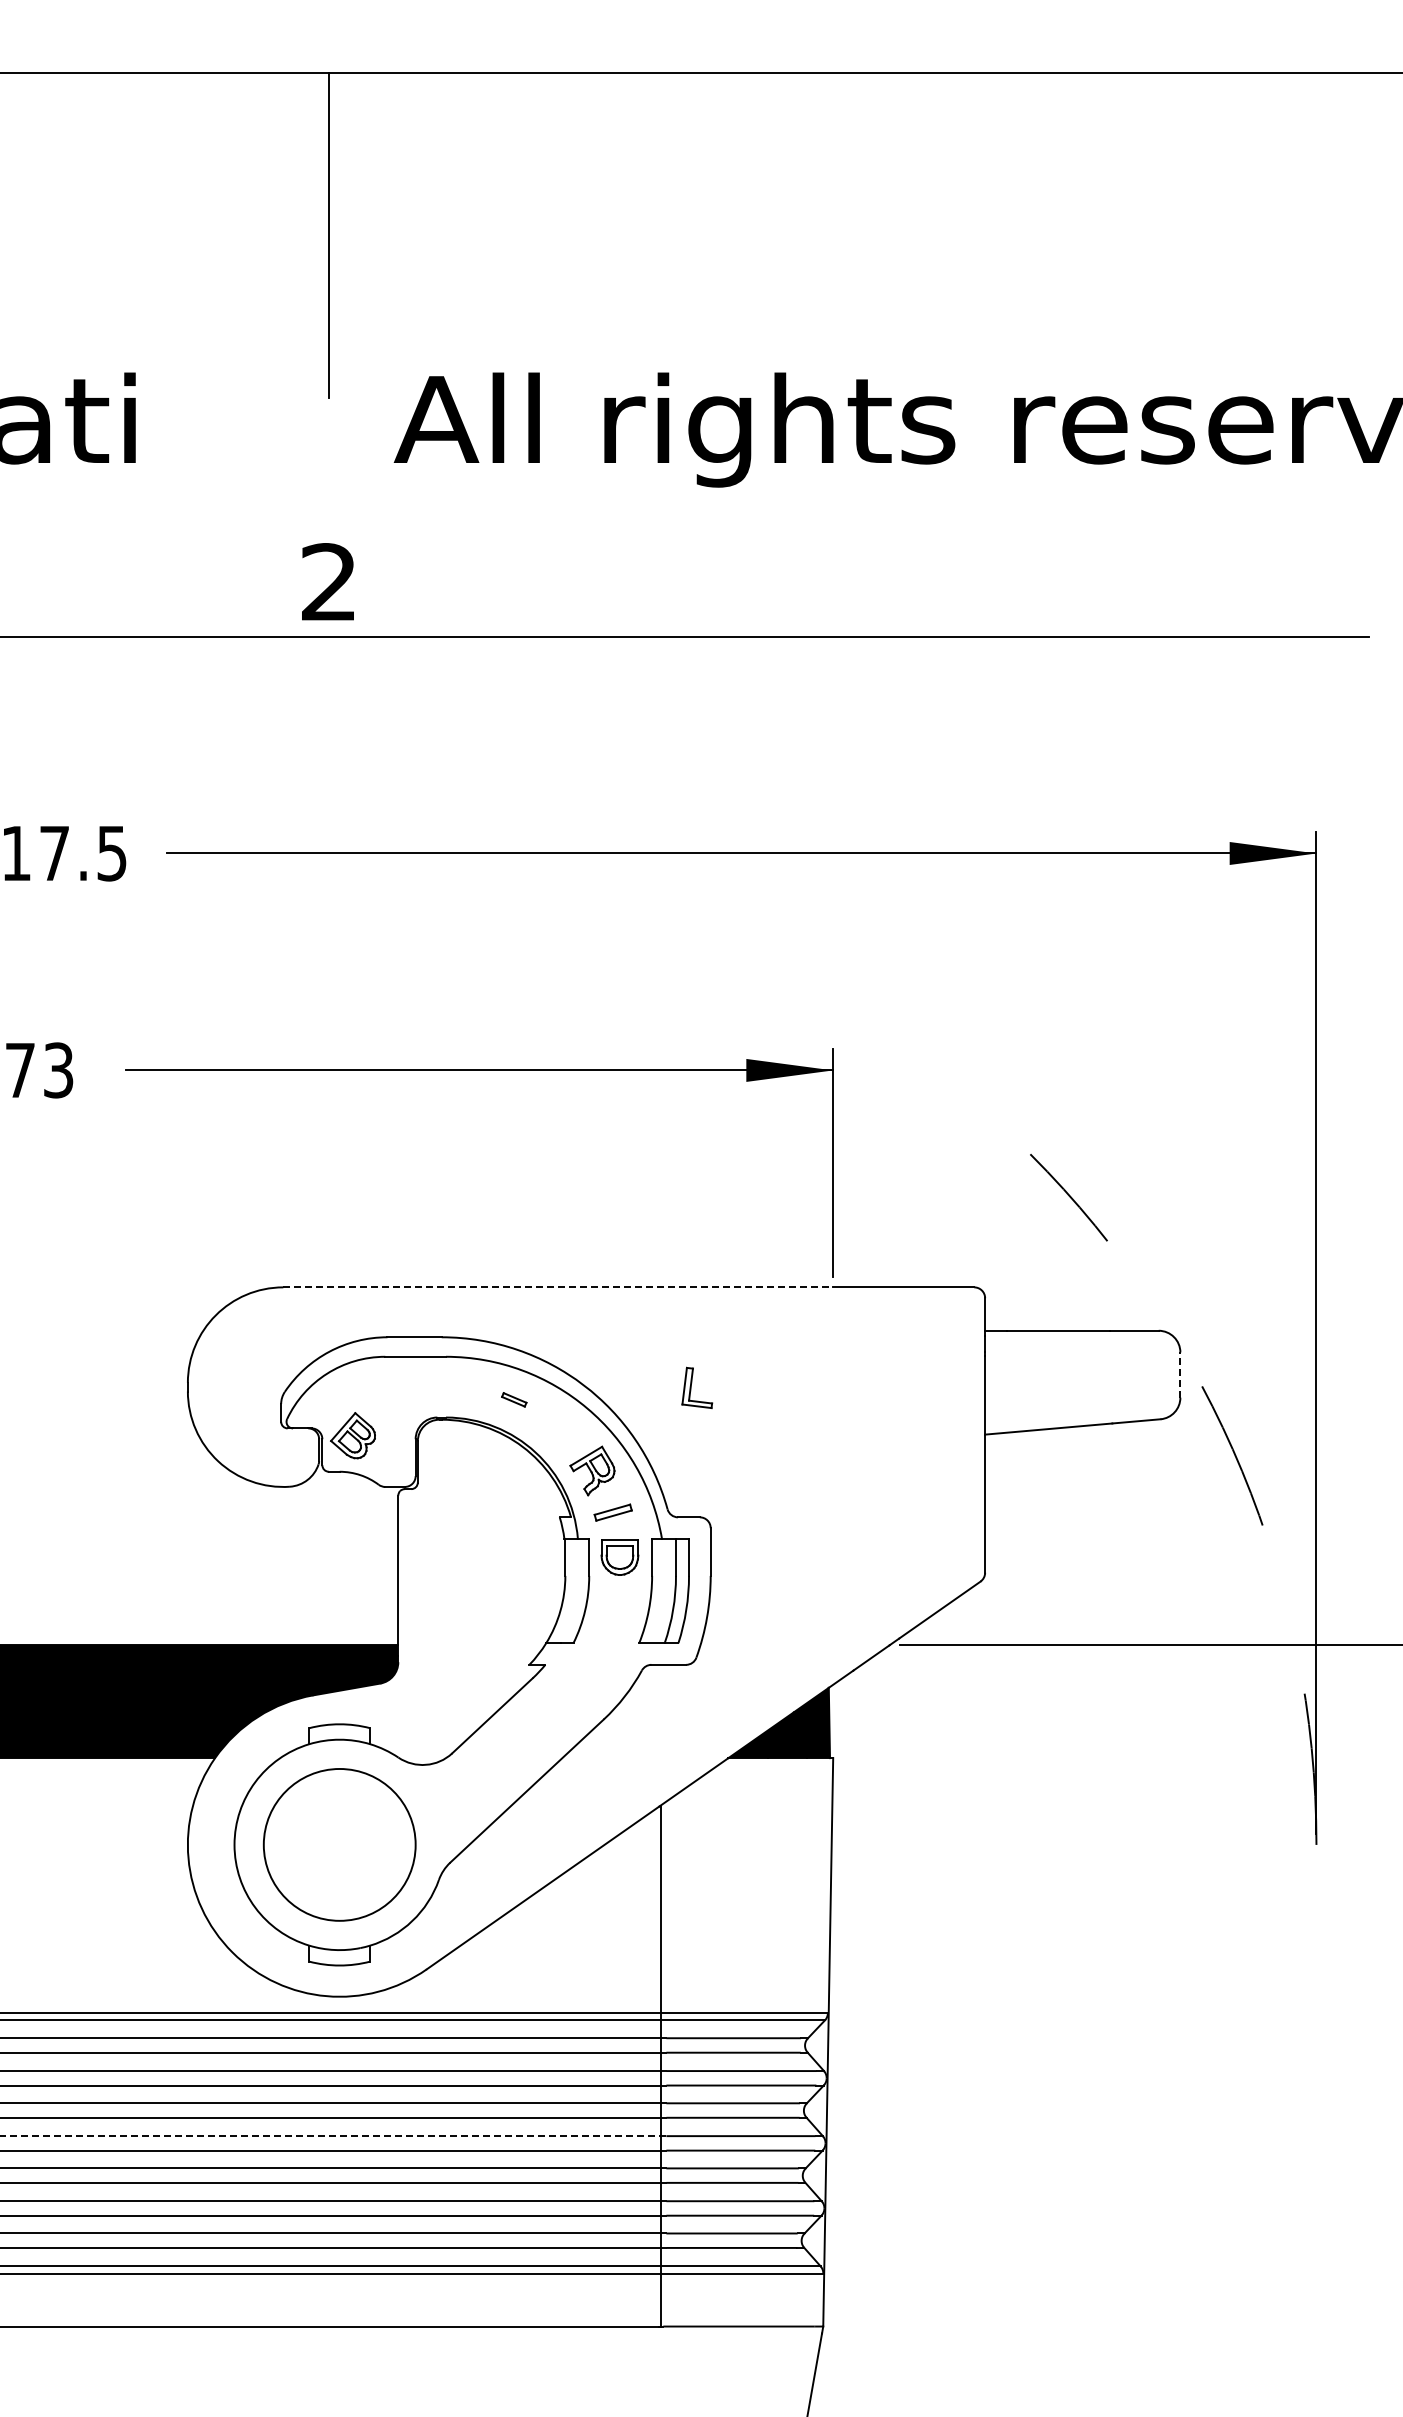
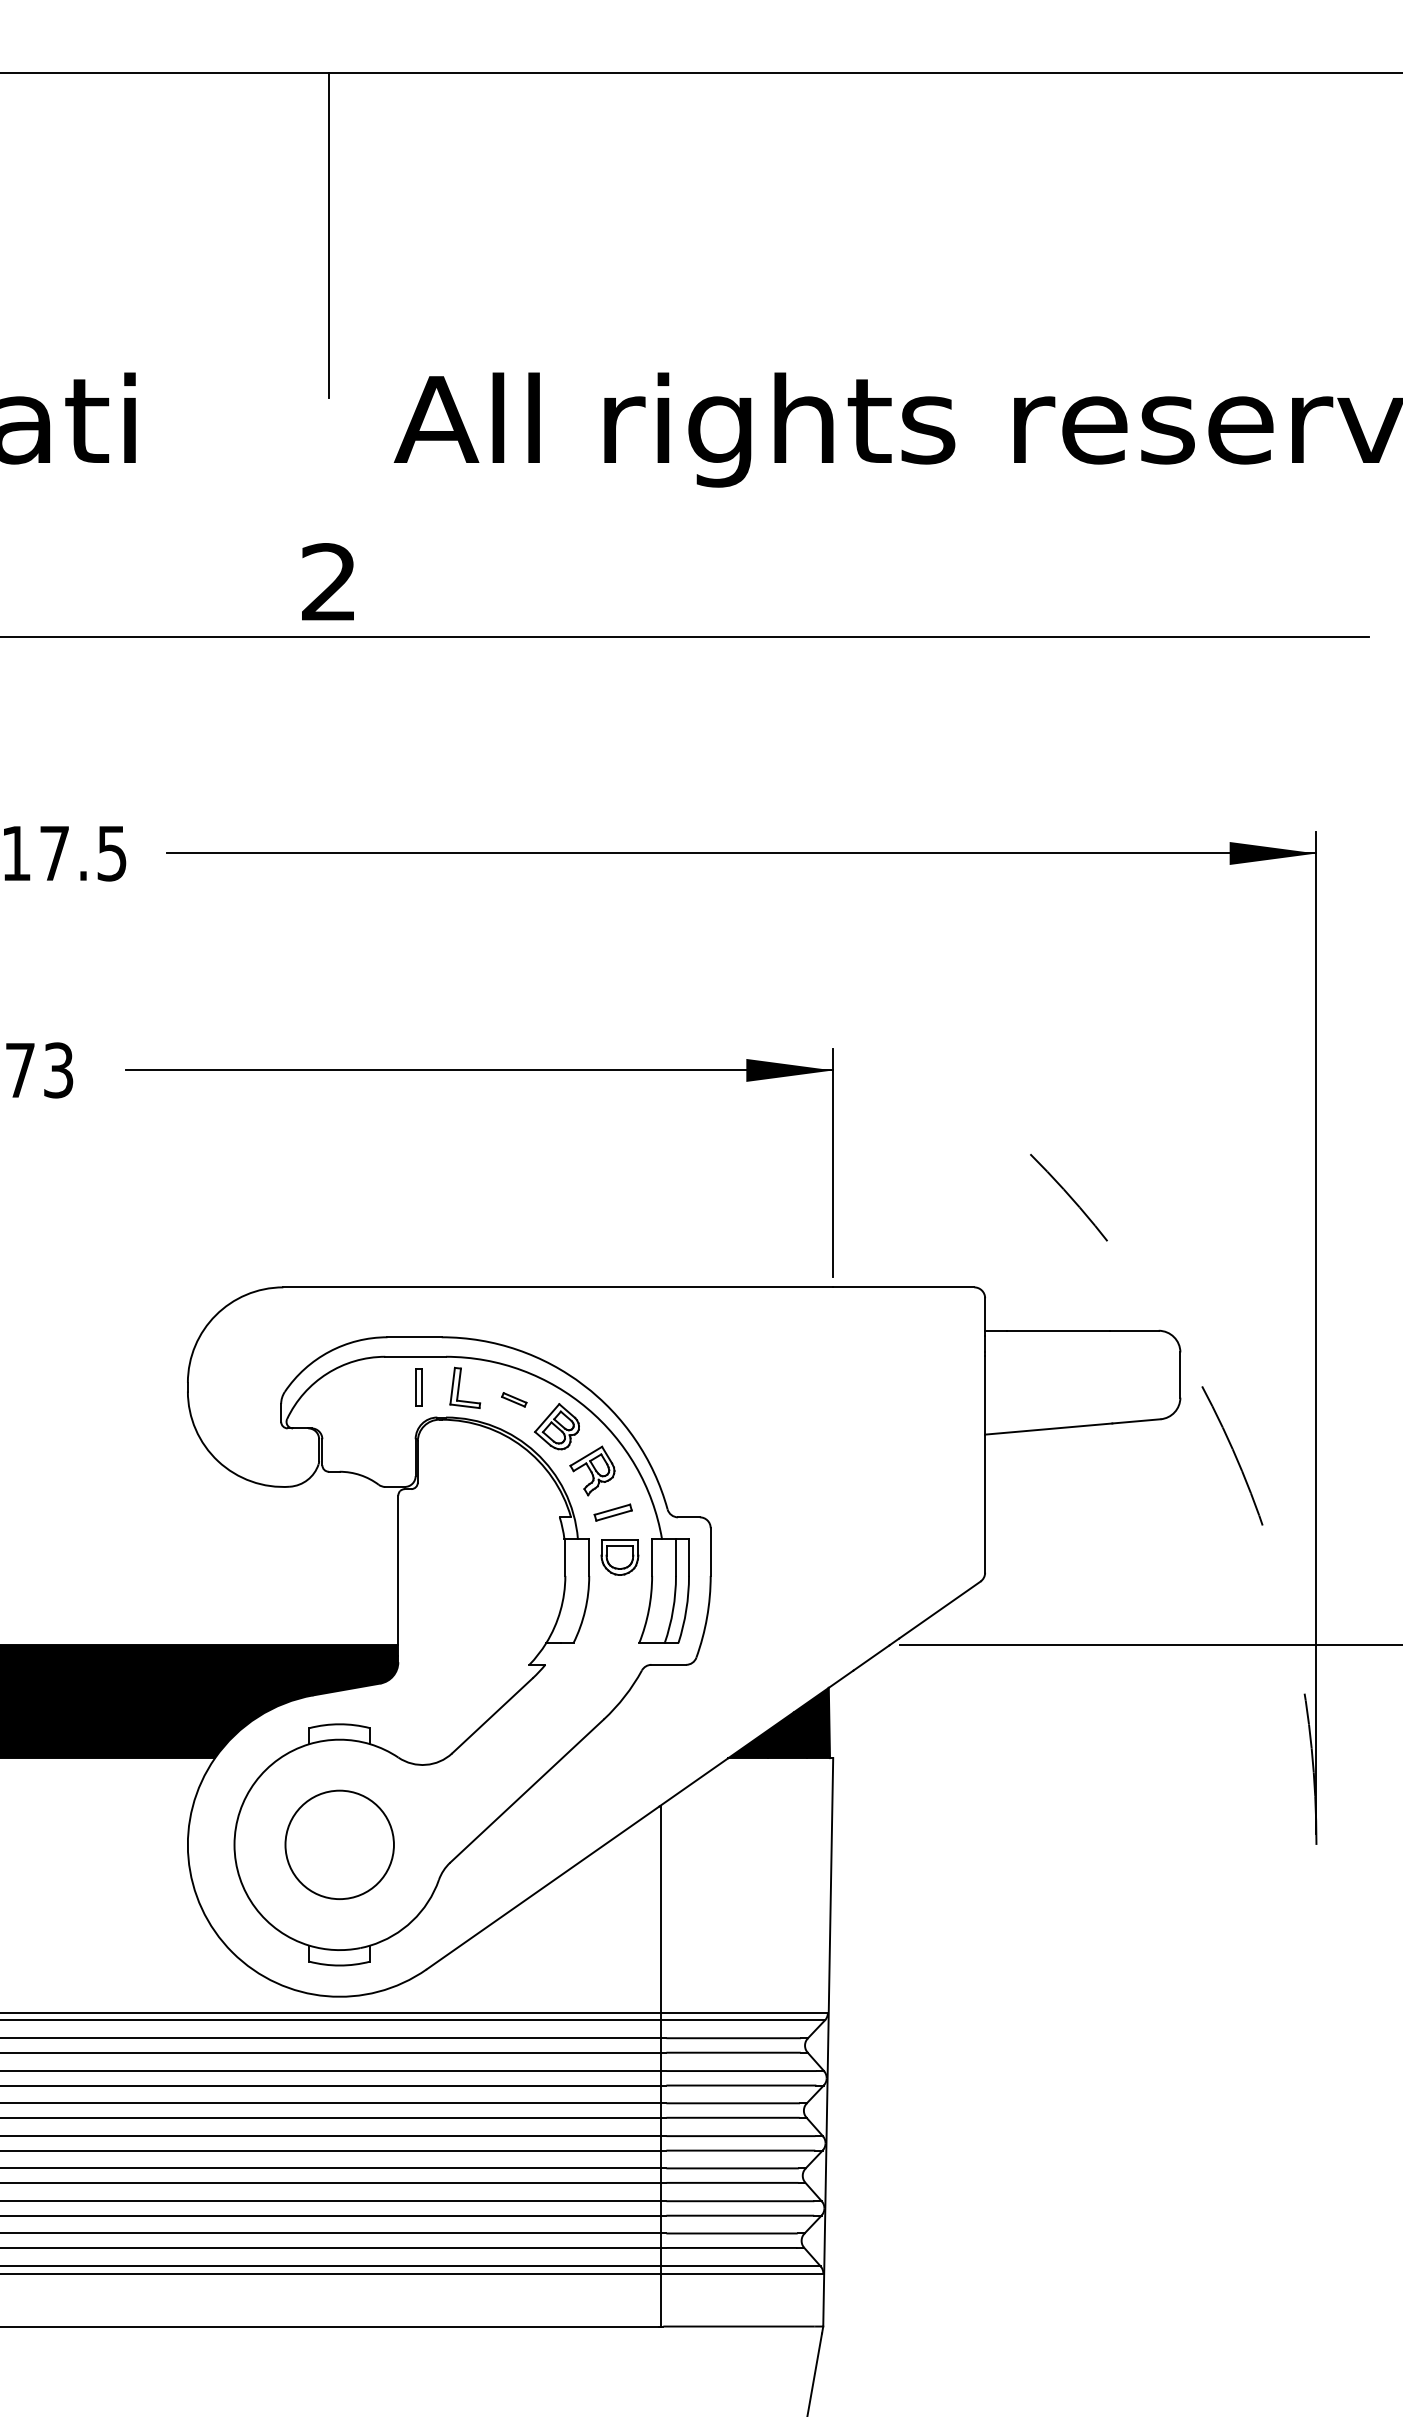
line at (558, 1287): dashed -> solid
line at (1180, 1375): dashed -> solid
part at (418, 1387): none -> present
part at (697, 1387) position: (697, 1387) -> (465, 1387)
part at (352, 1435) position: (352, 1435) -> (556, 1426)
circle at (339, 1844) diameter: 152 px -> 108 px
line at (333, 2136): dashed -> solid
